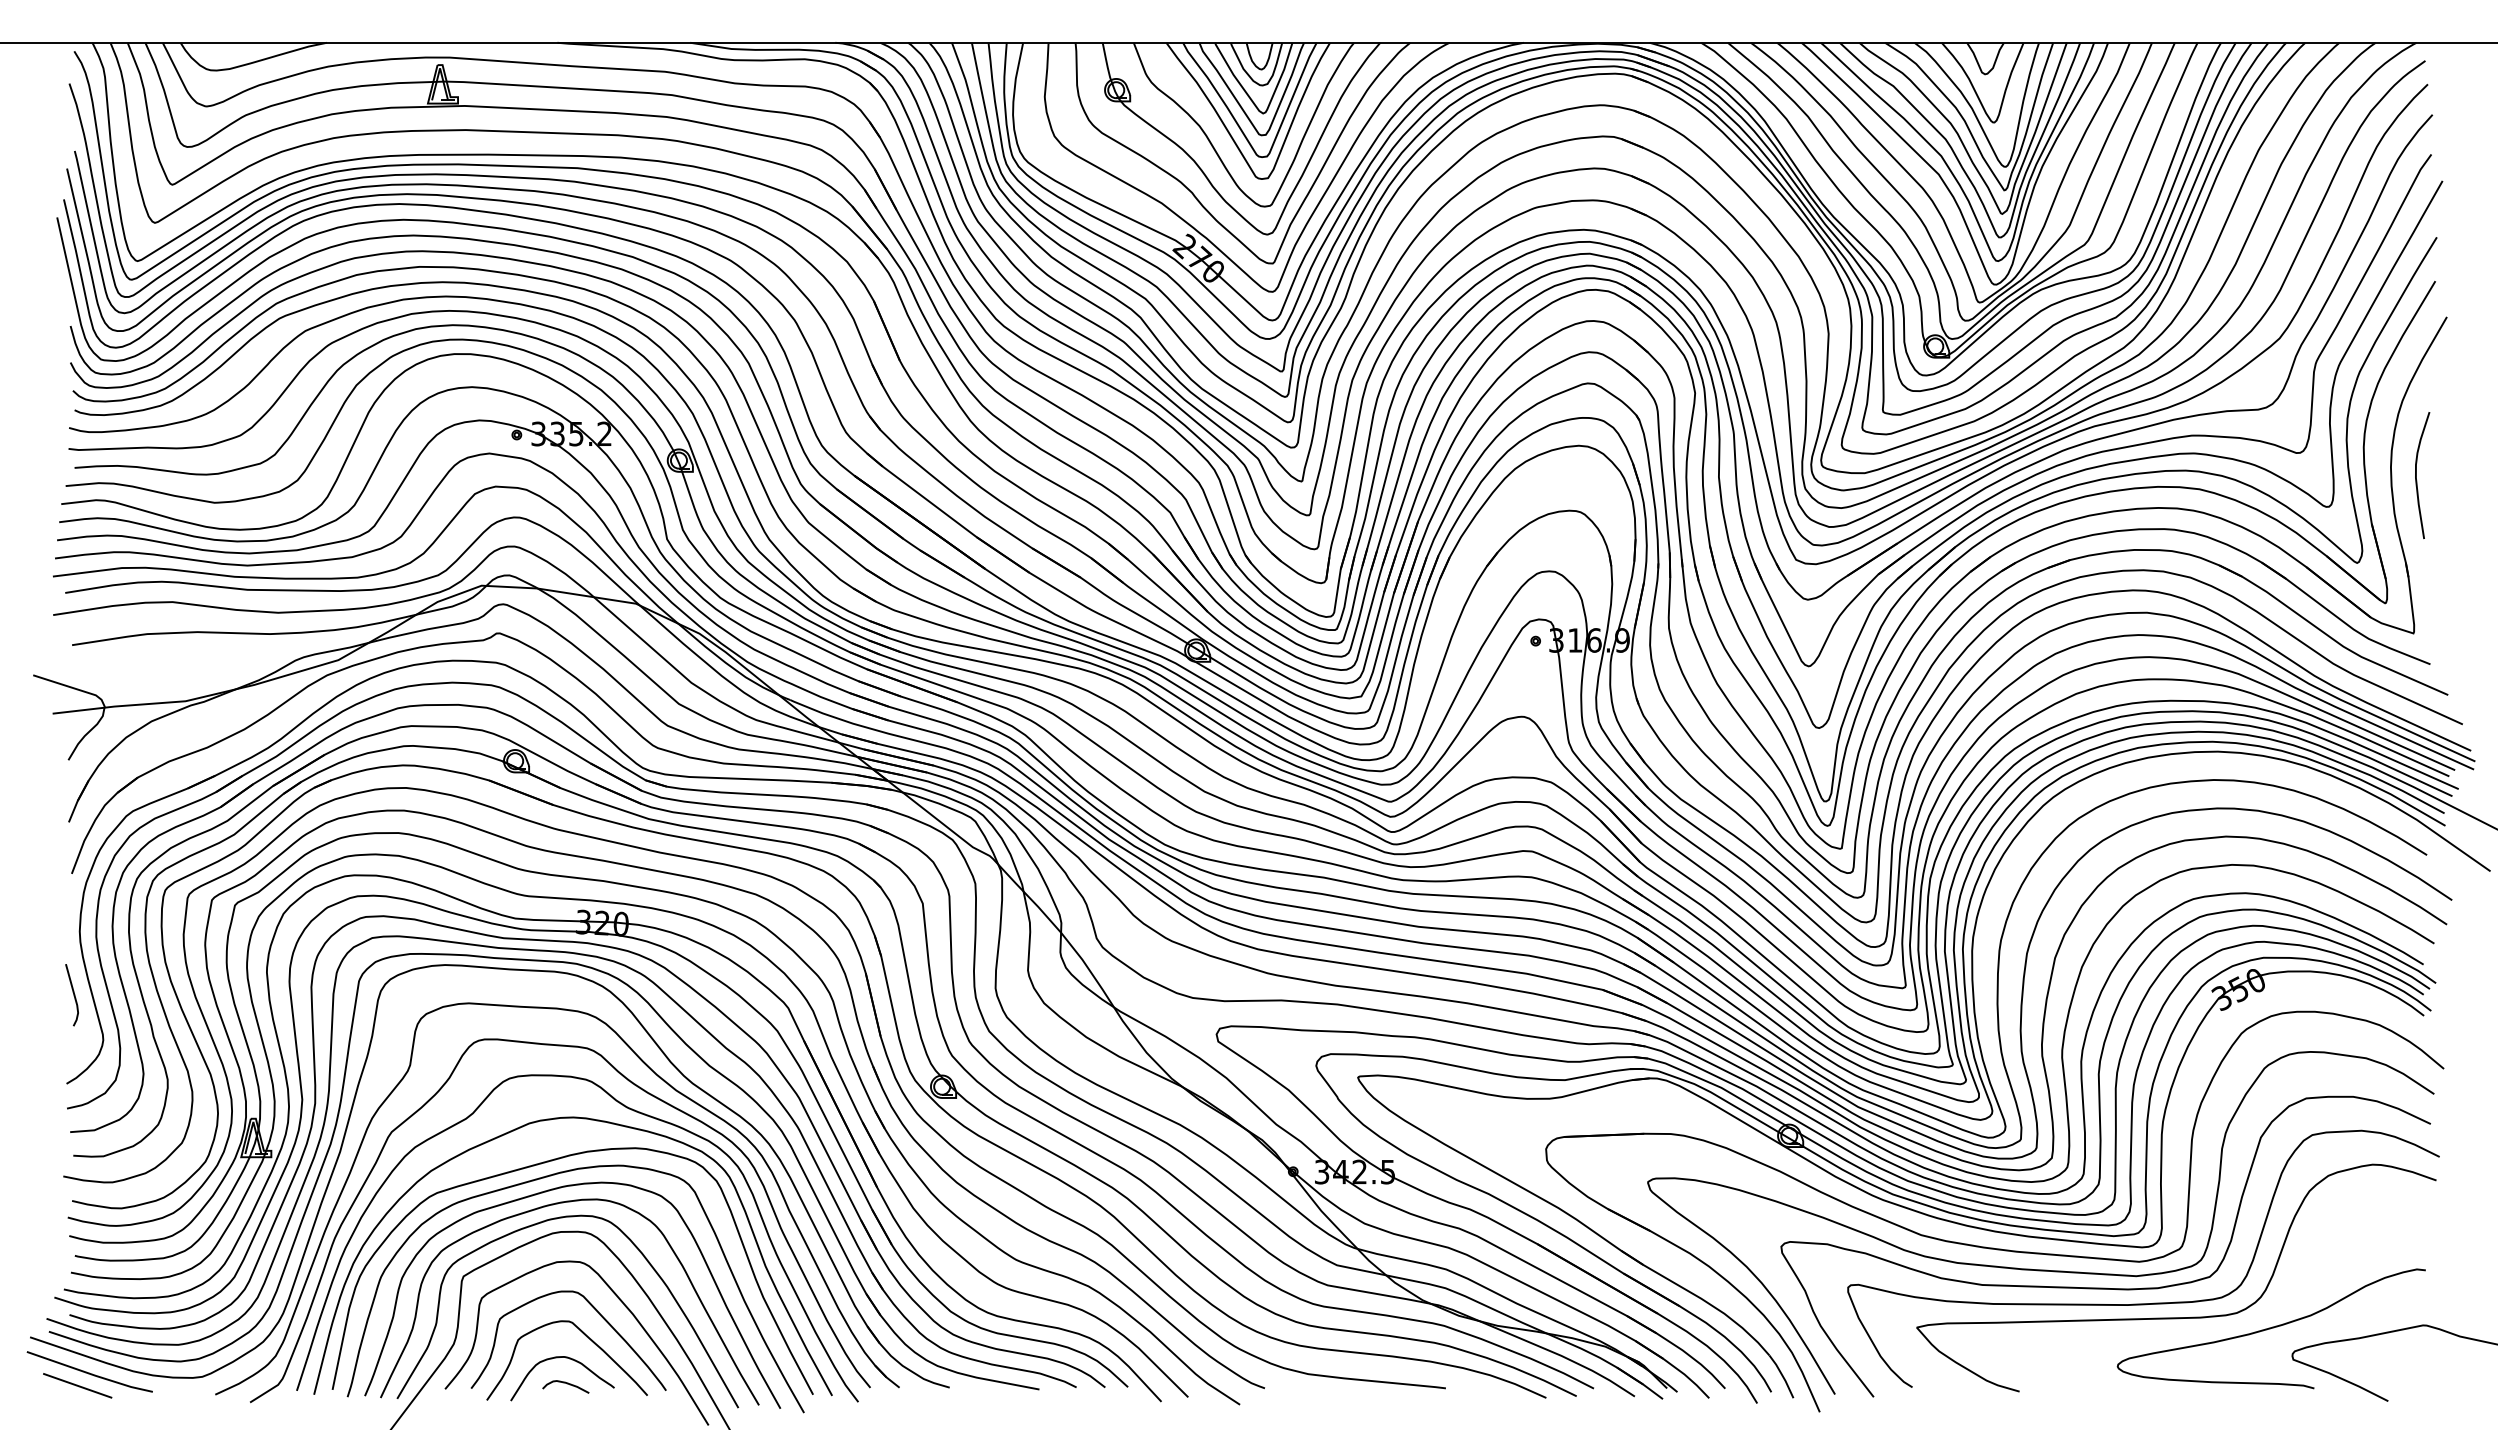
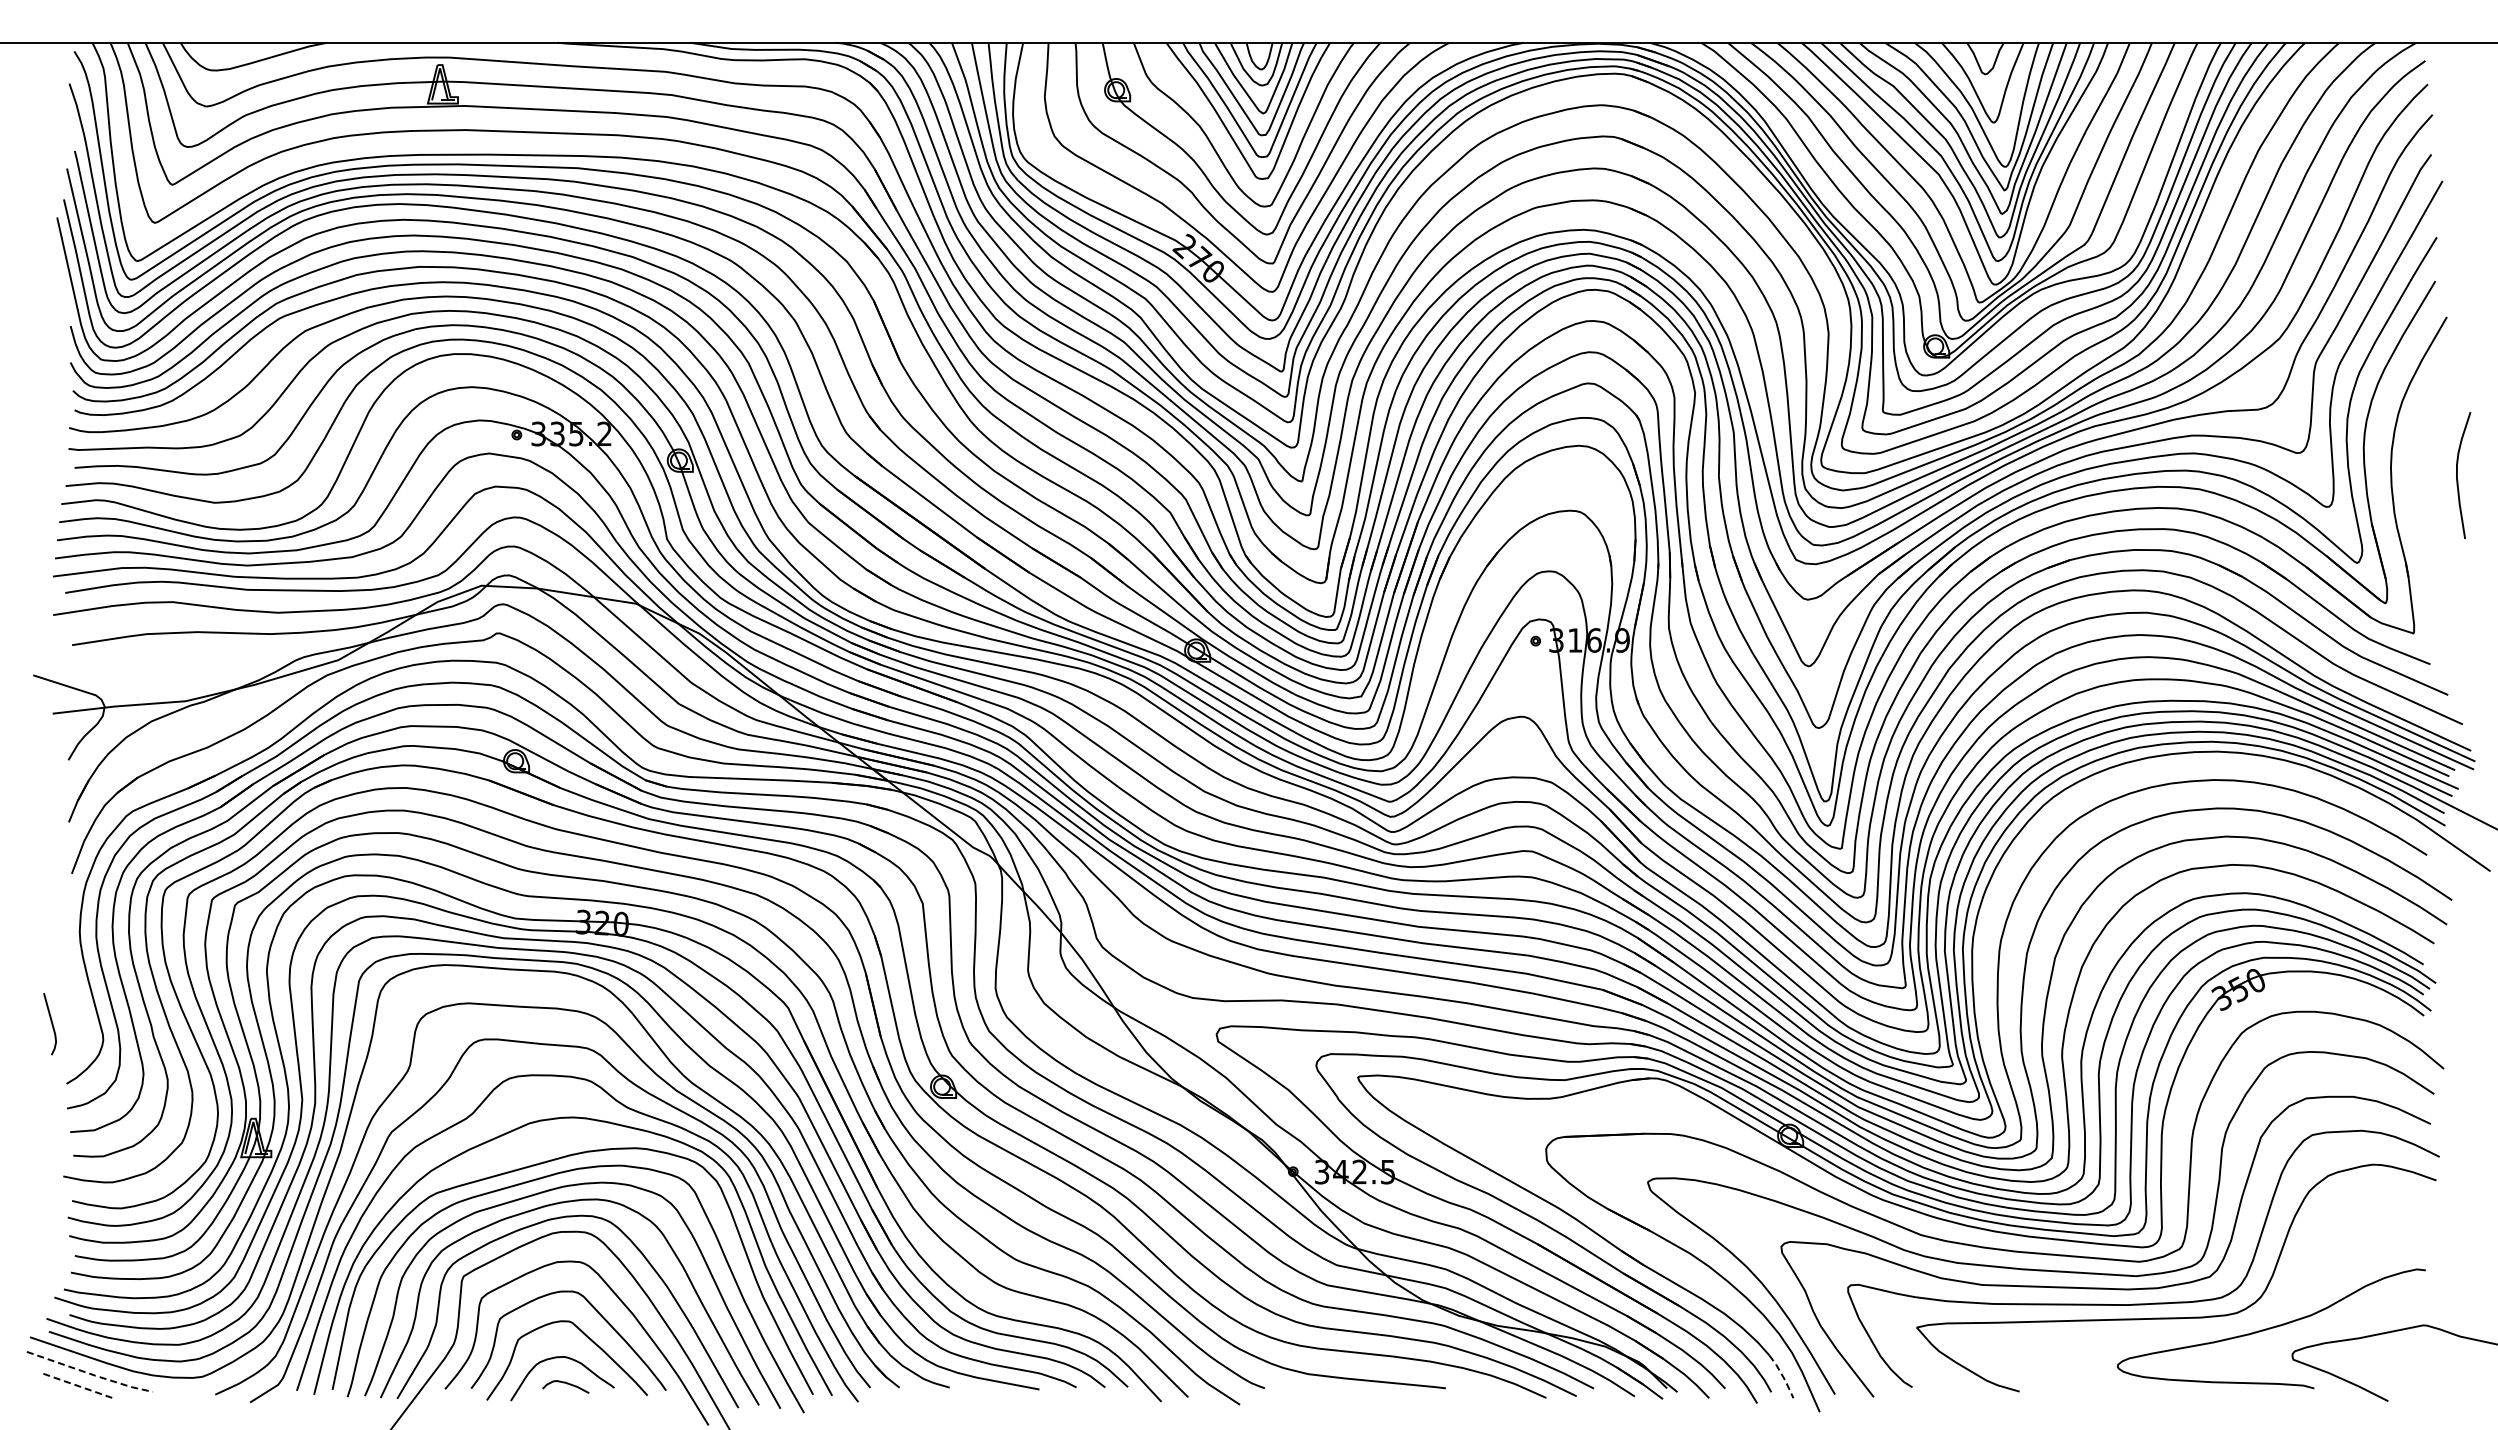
curve at (2416, 475) position: (2416, 475) -> (2457, 475)
line at (73, 995) position: (73, 995) -> (51, 1024)
line at (90, 1374): solid -> dashed
line at (1782, 1375): solid -> dashed
line at (77, 1385): solid -> dashed
